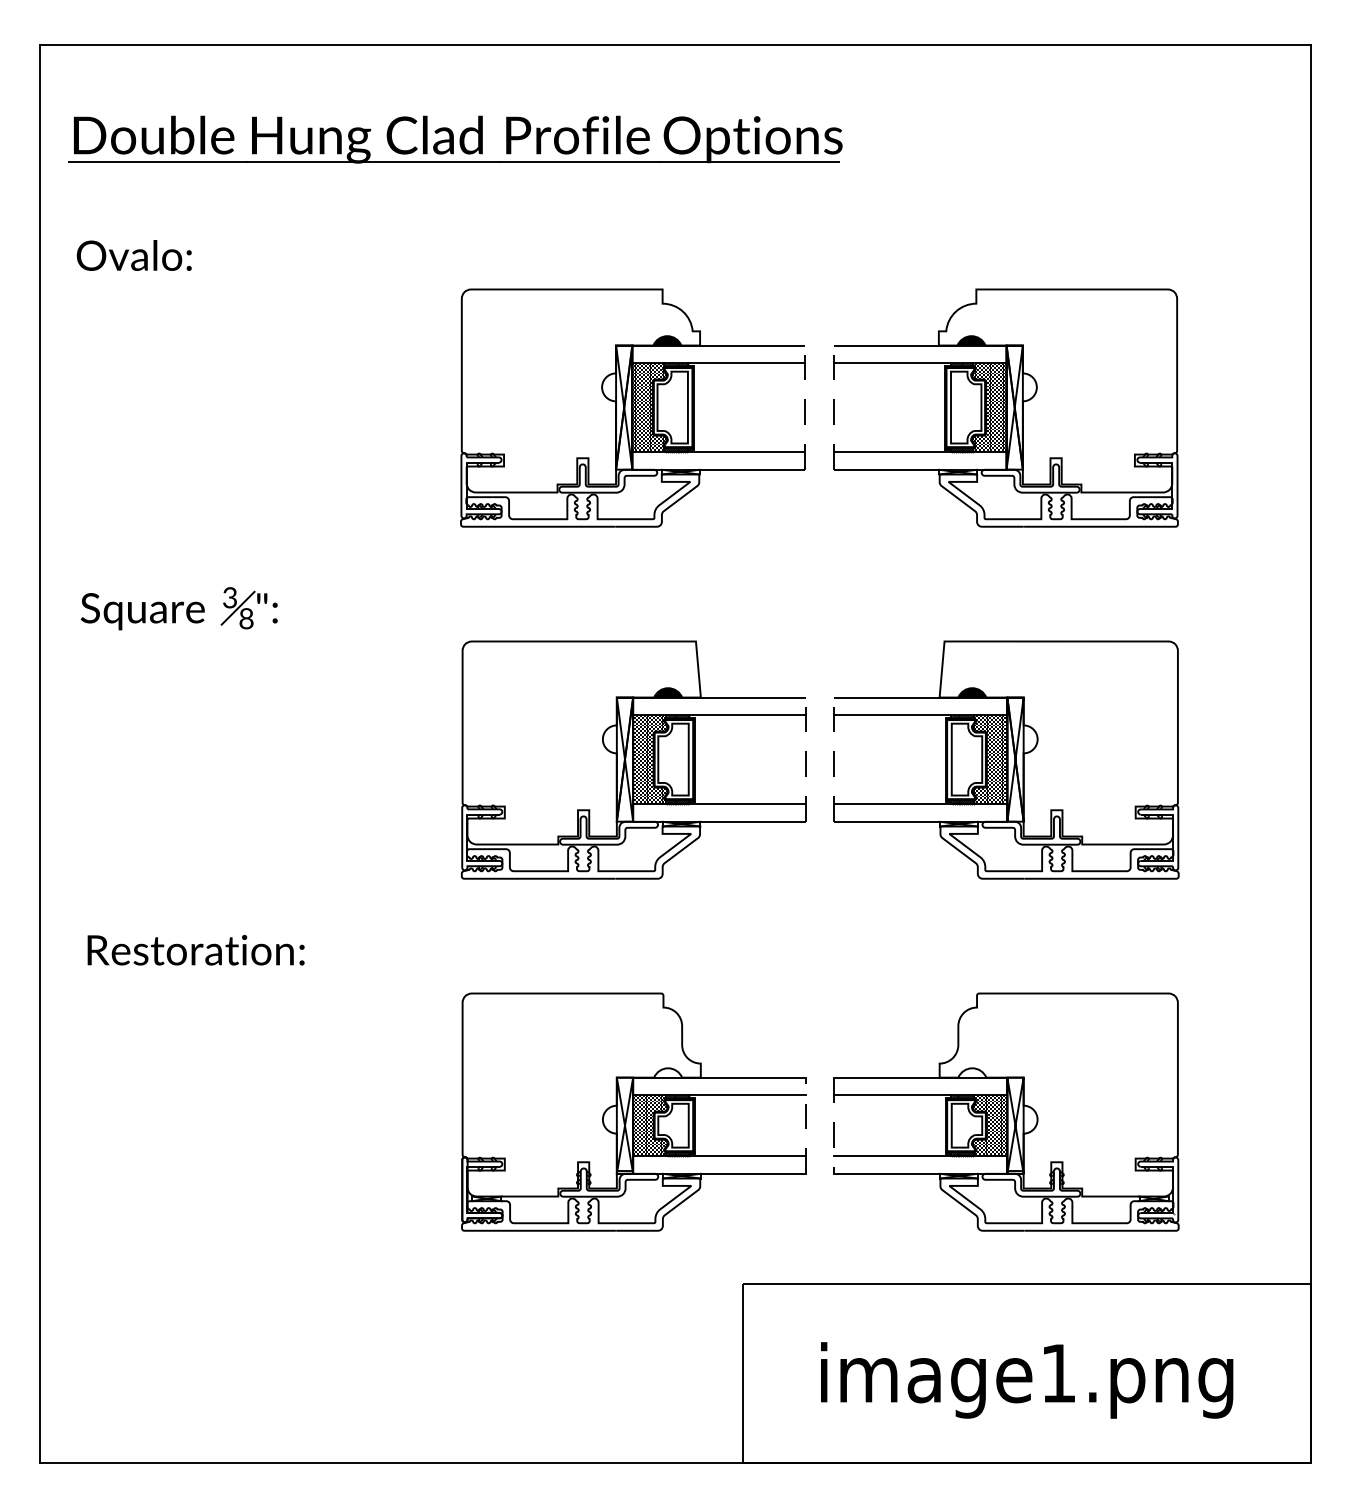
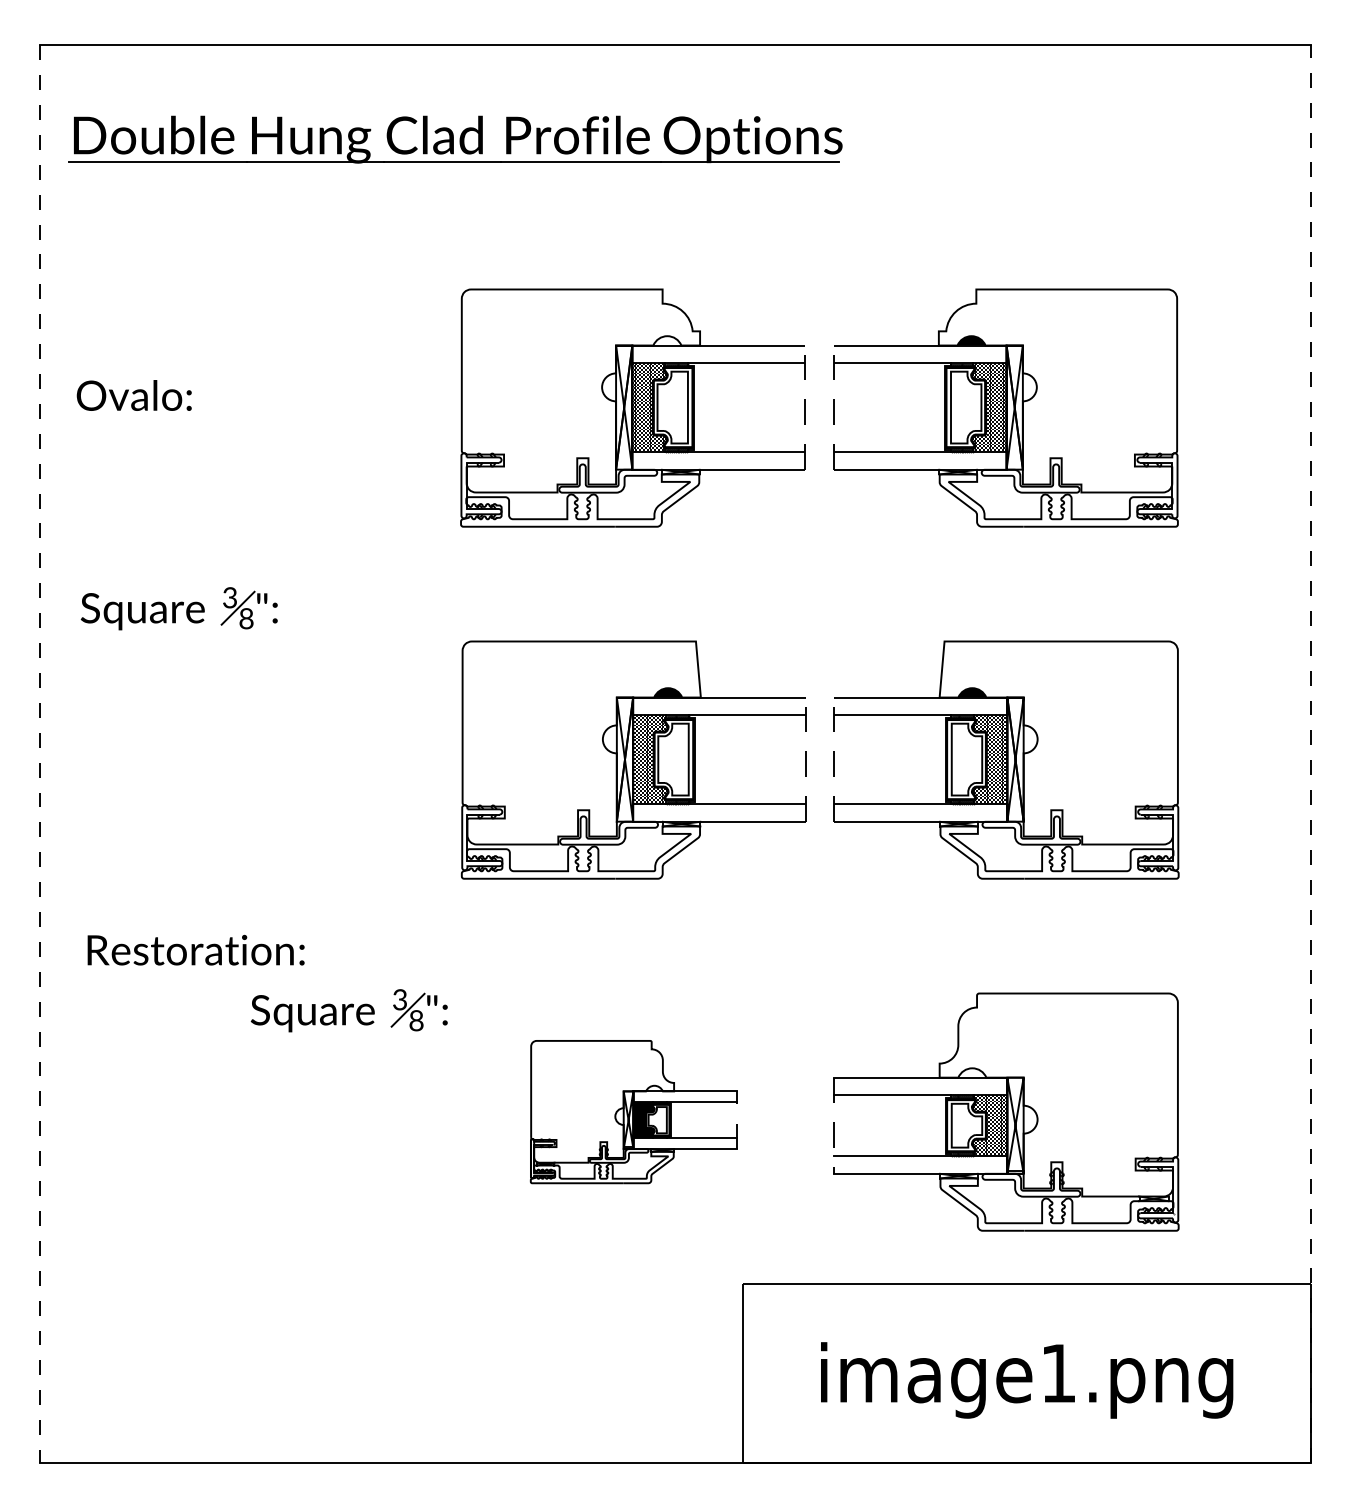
text at (133, 255) position: (133, 255) -> (133, 395)
fill at (667, 340): present -> none
line at (40, 753): solid -> dashed
line at (1310, 753): solid -> dashed
part at (348, 1010): none -> present
part at (633, 1111) size: 346x240 px -> 209x145 px
